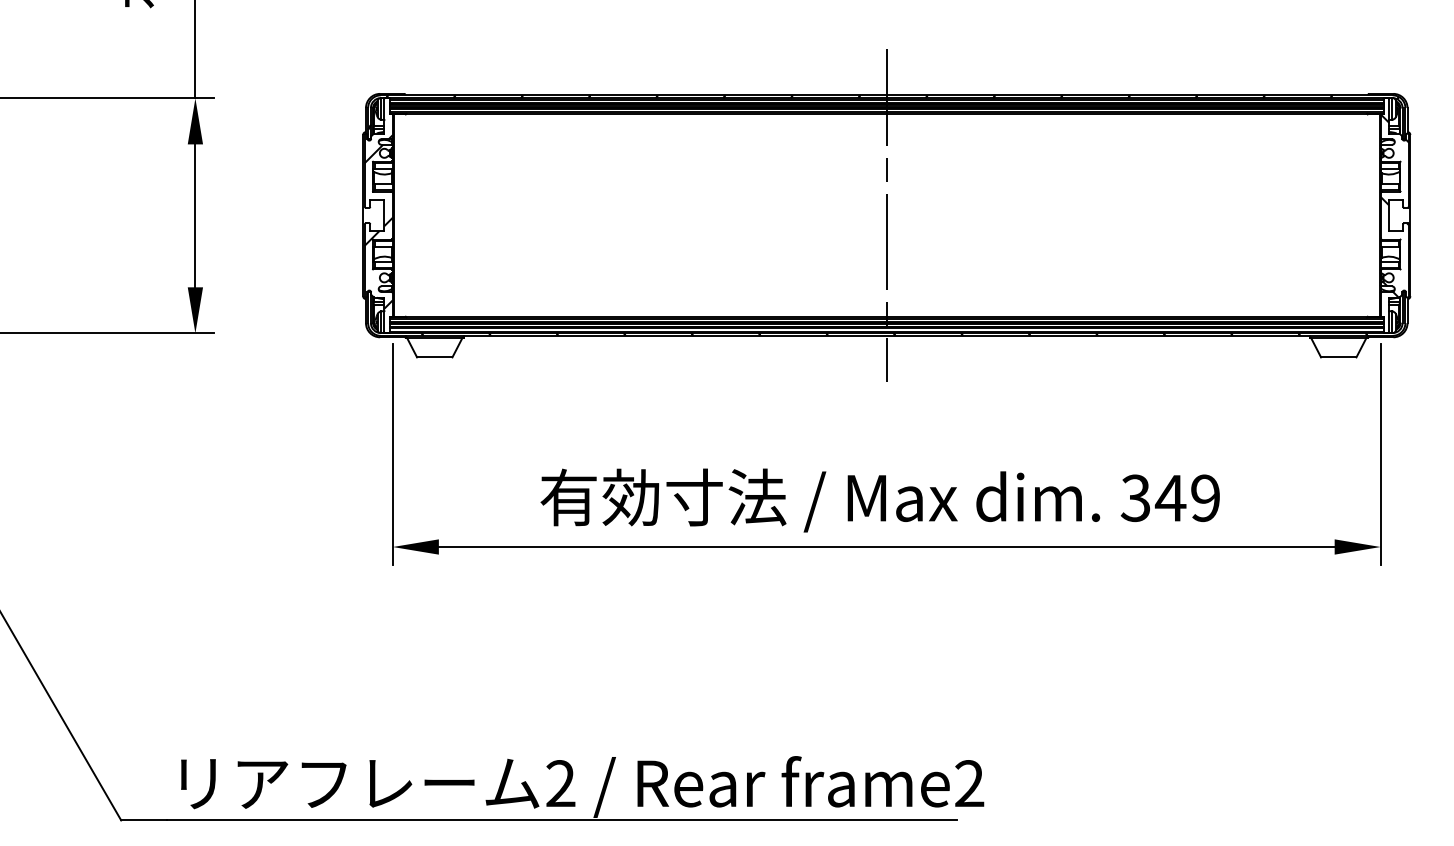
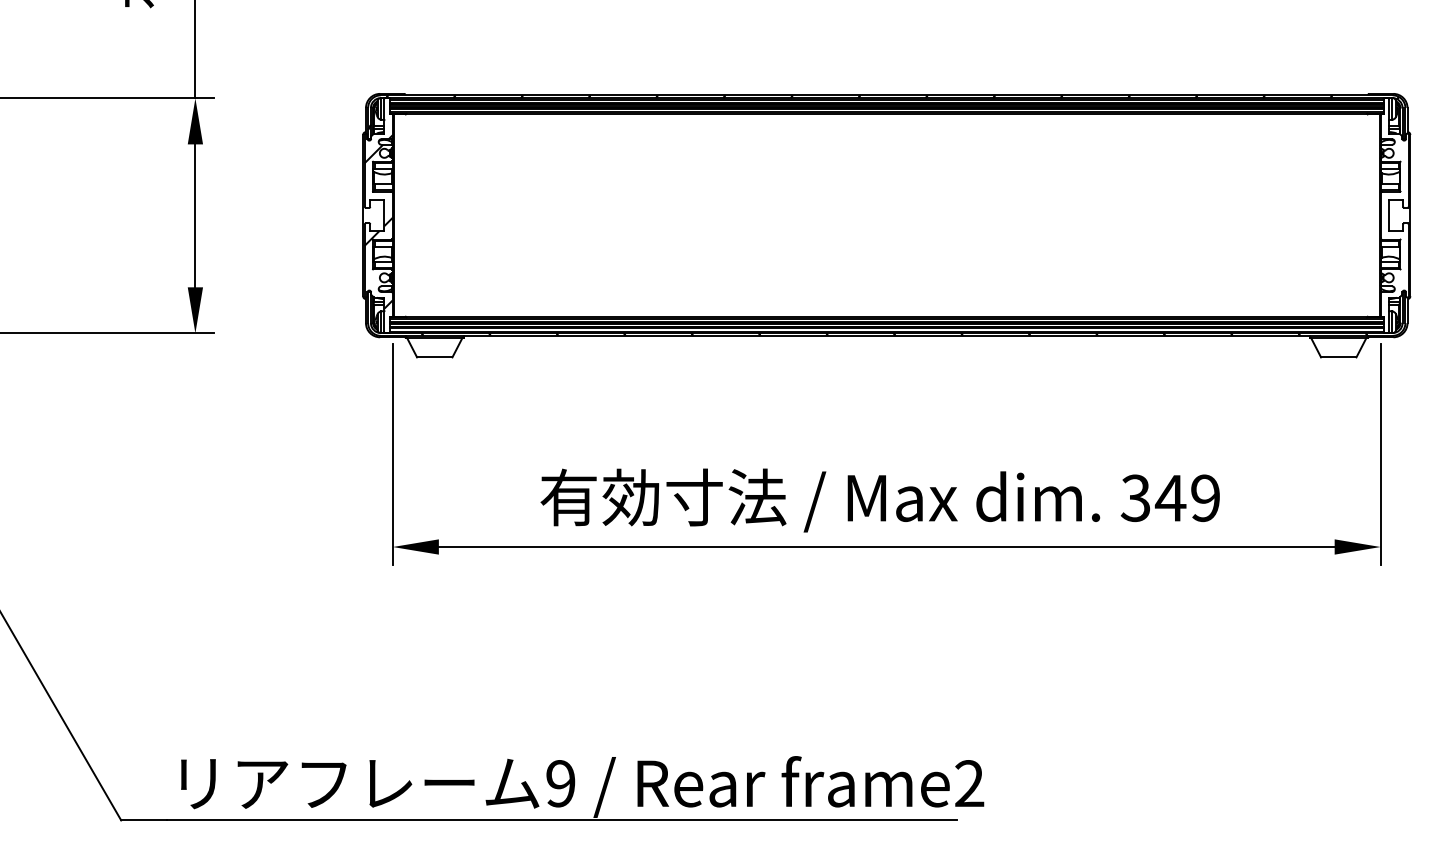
hatch at (1394, 205): present -> none
line at (886, 215): present -> none
text at (560, 783): 2 -> 9
